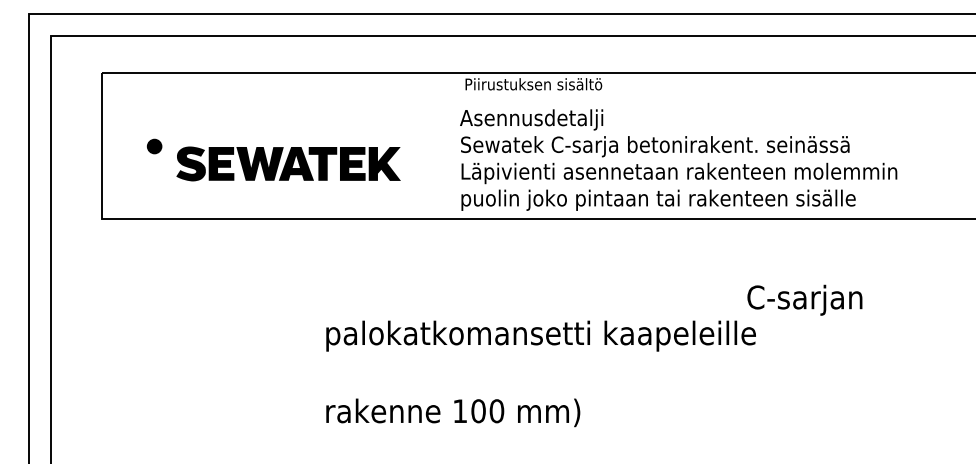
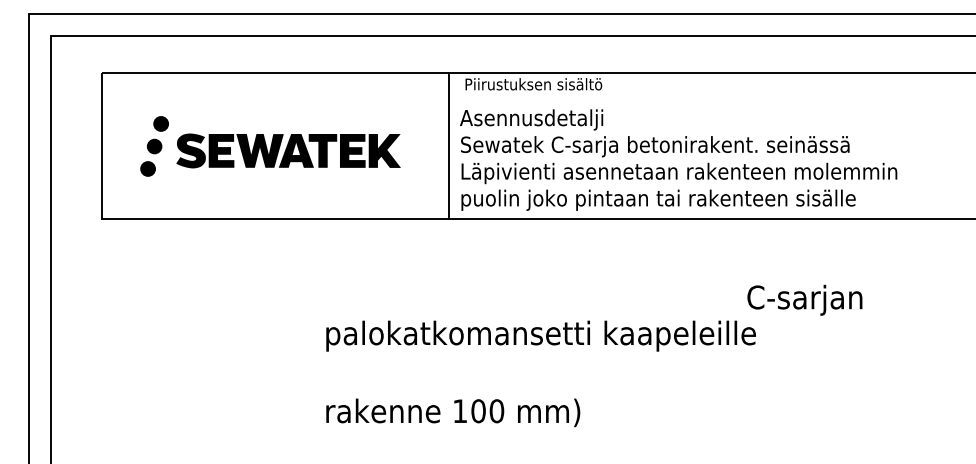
fill at (161, 123): none -> present
line at (448, 145): none -> present
part at (288, 163) position: (288, 163) -> (288, 150)
fill at (147, 168): none -> present
